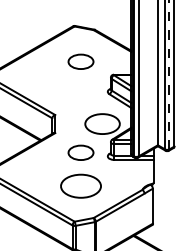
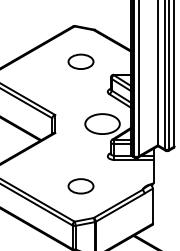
line at (169, 74): dashed -> solid
part at (80, 152): present -> none
part at (80, 185) size: 42x26 px -> 28x17 px
